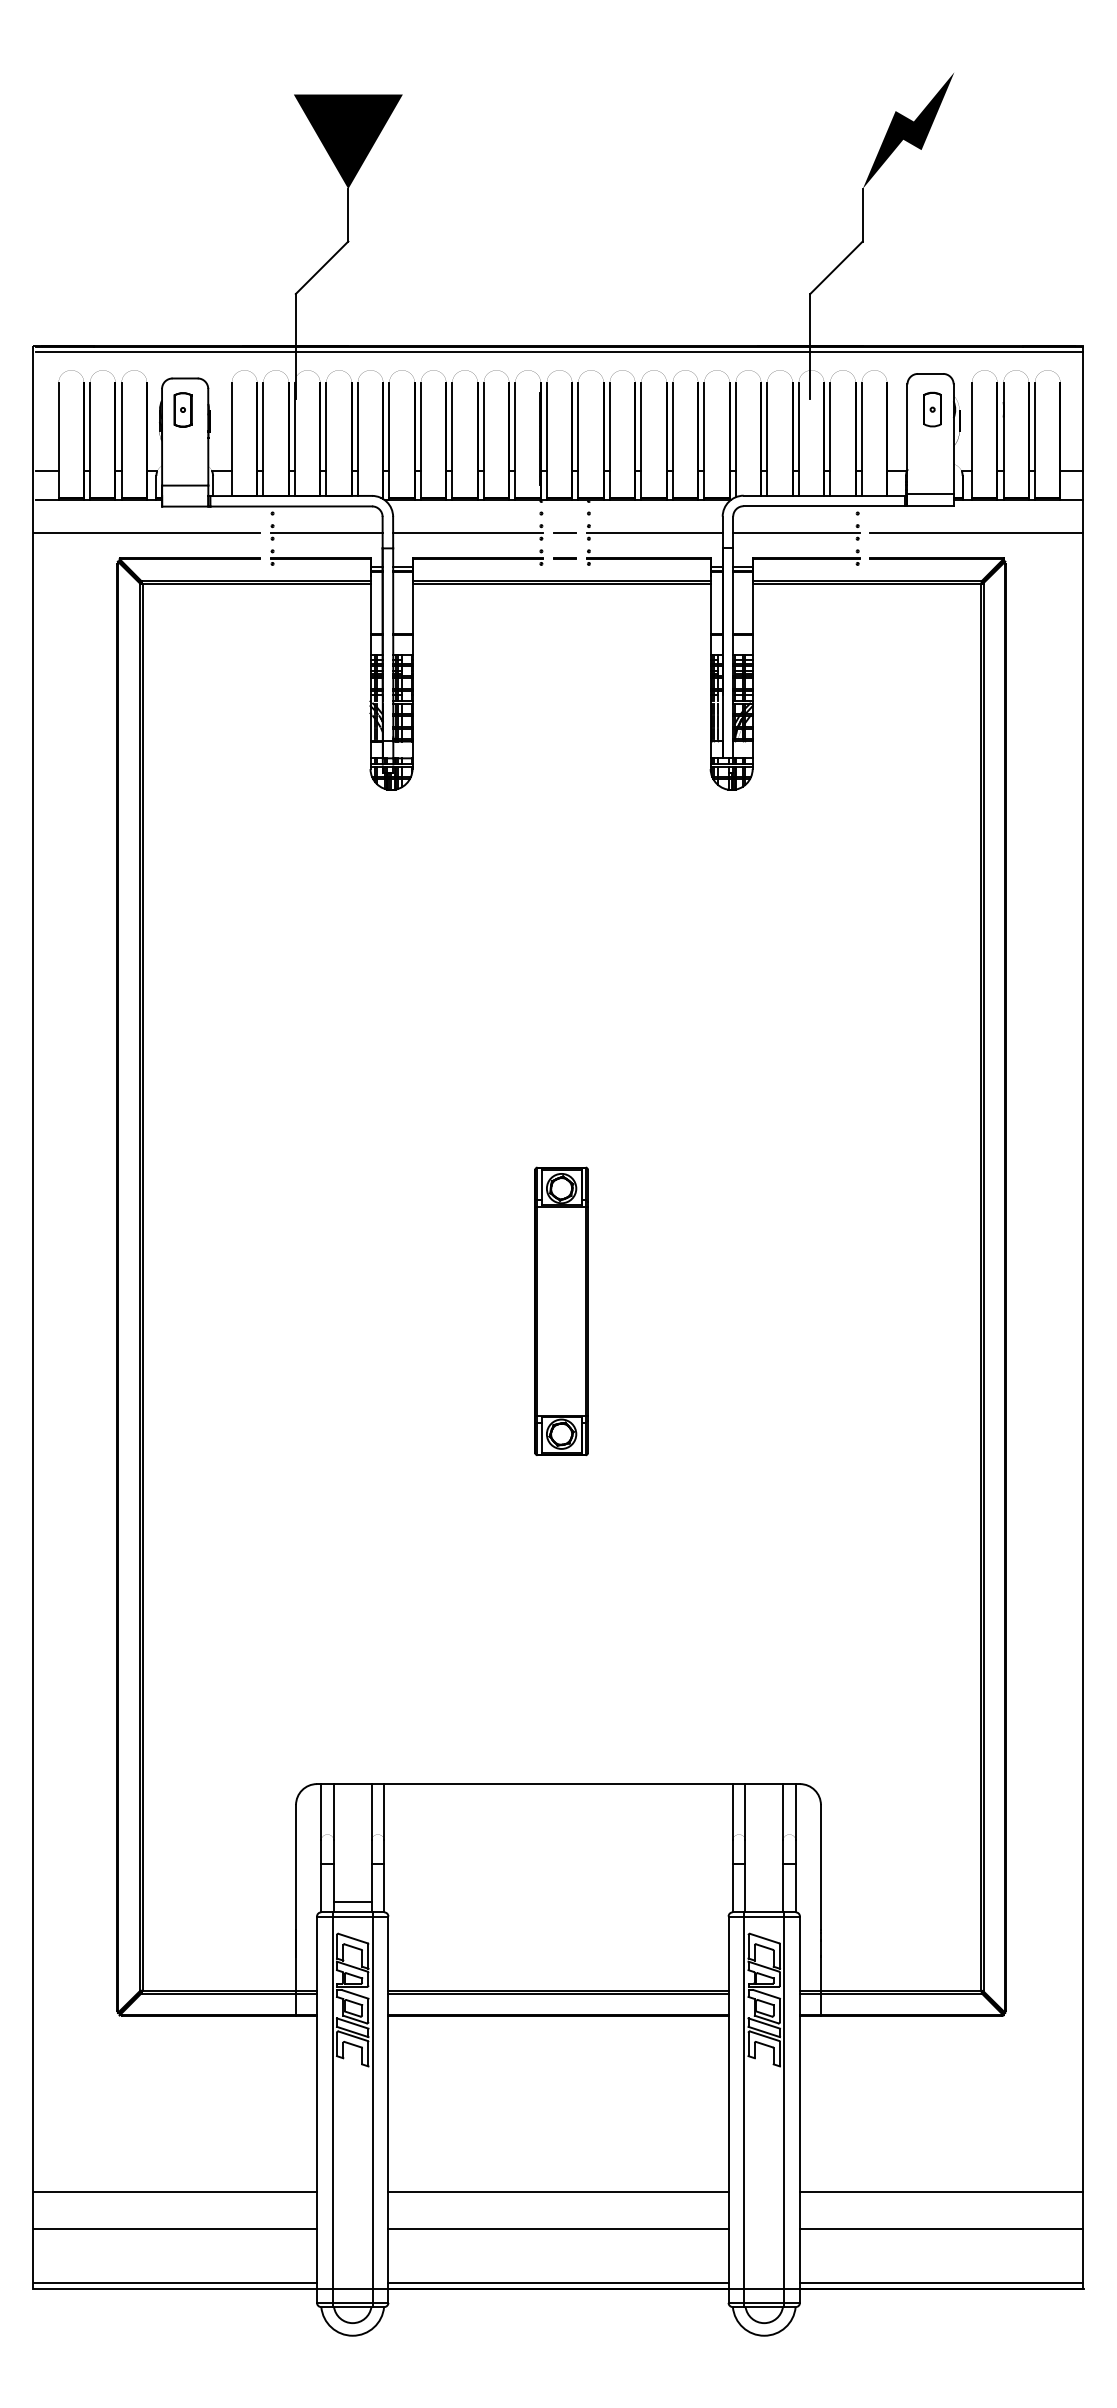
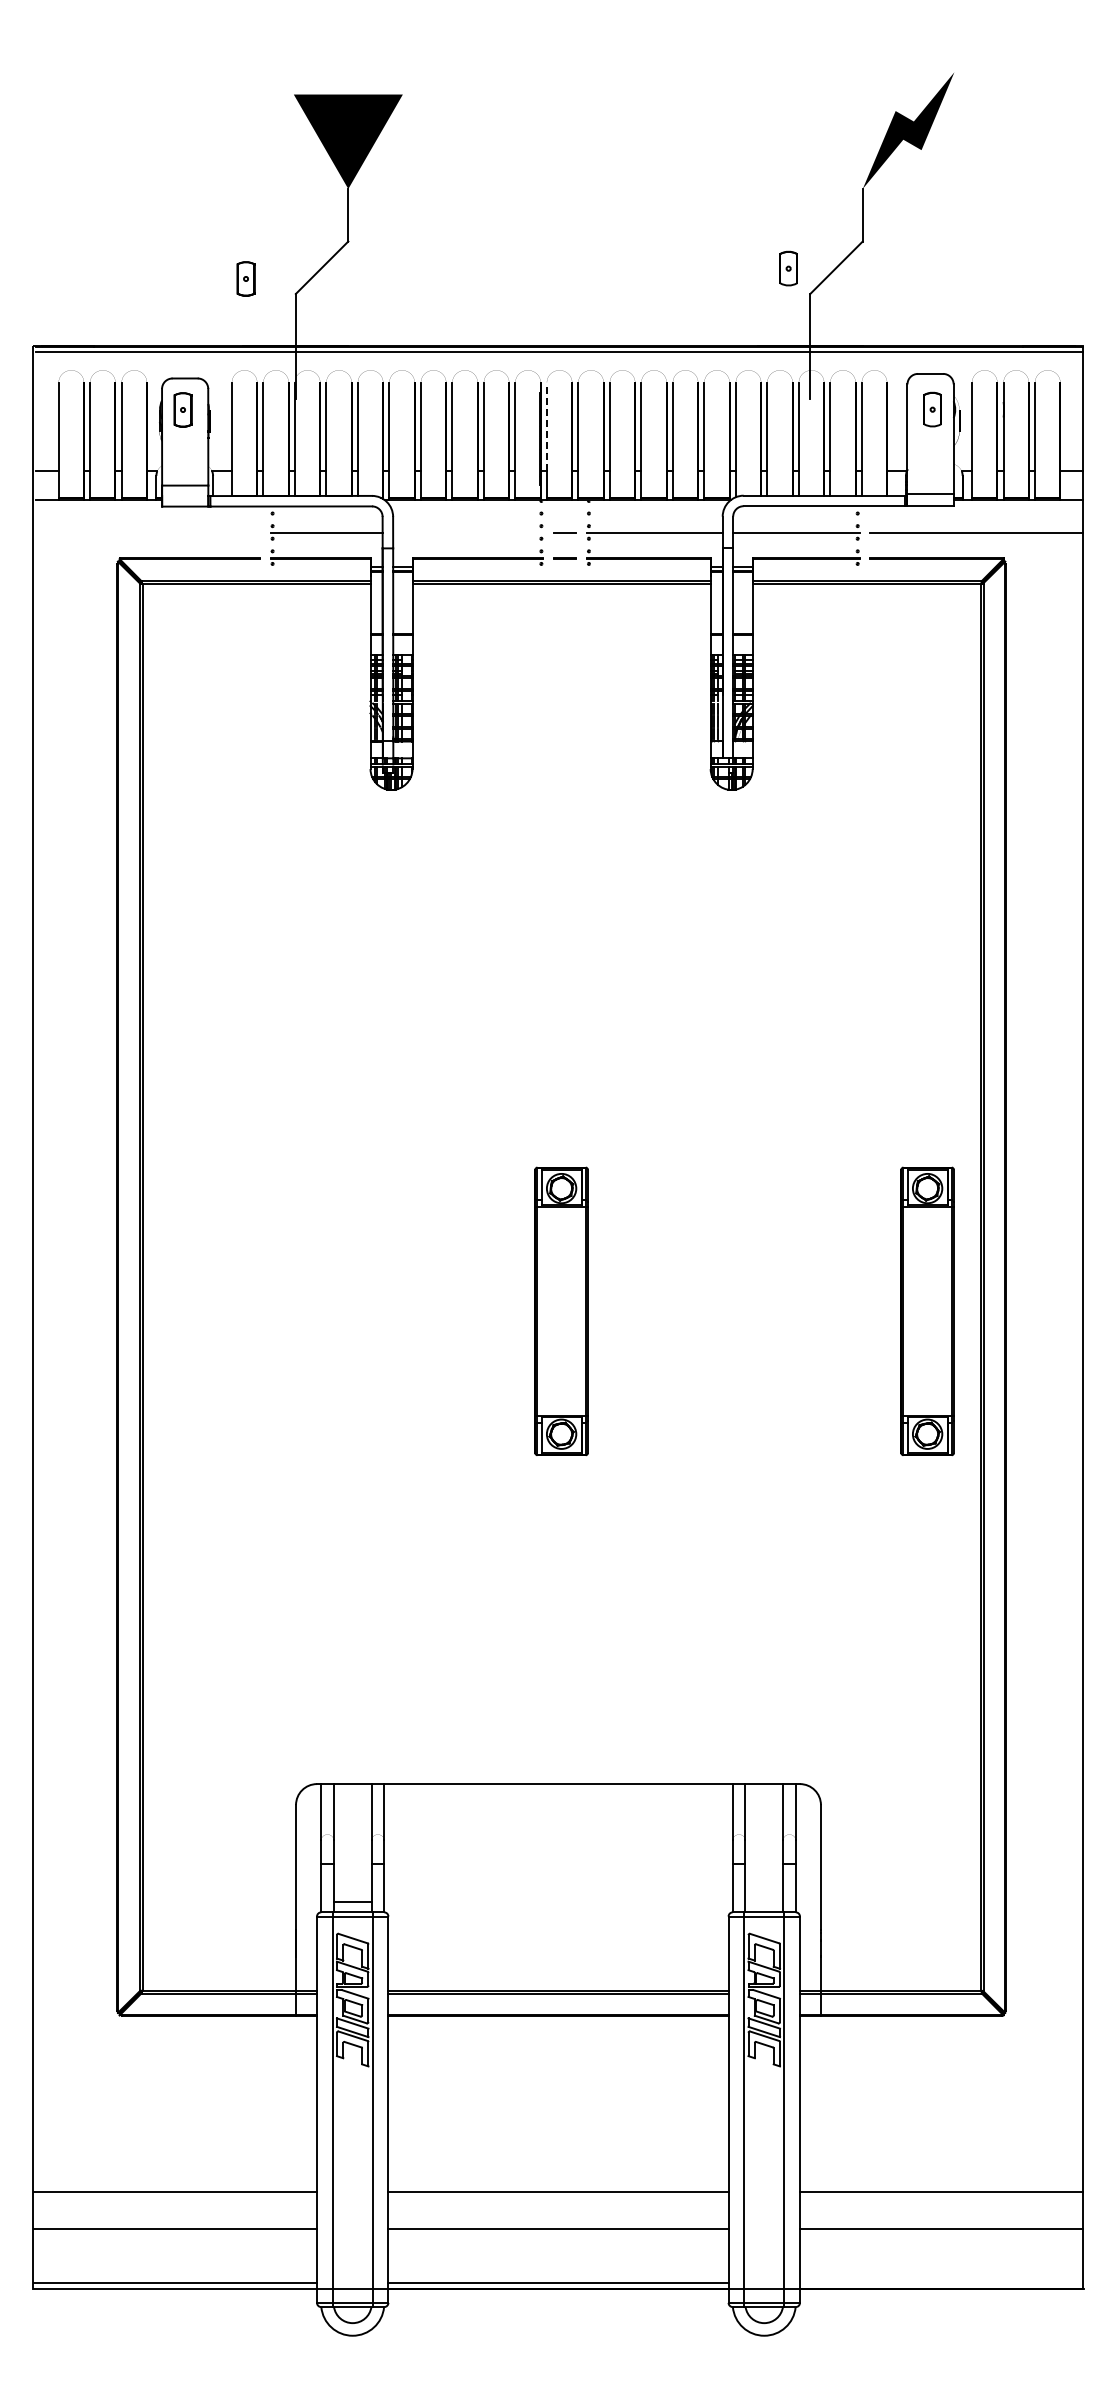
part at (788, 268): none -> present
part at (245, 278): none -> present
line at (546, 426): solid -> dashed
line at (146, 532): present -> none
line at (468, 532): present -> none
part at (927, 1311): none -> present
line at (941, 2282): present -> none
